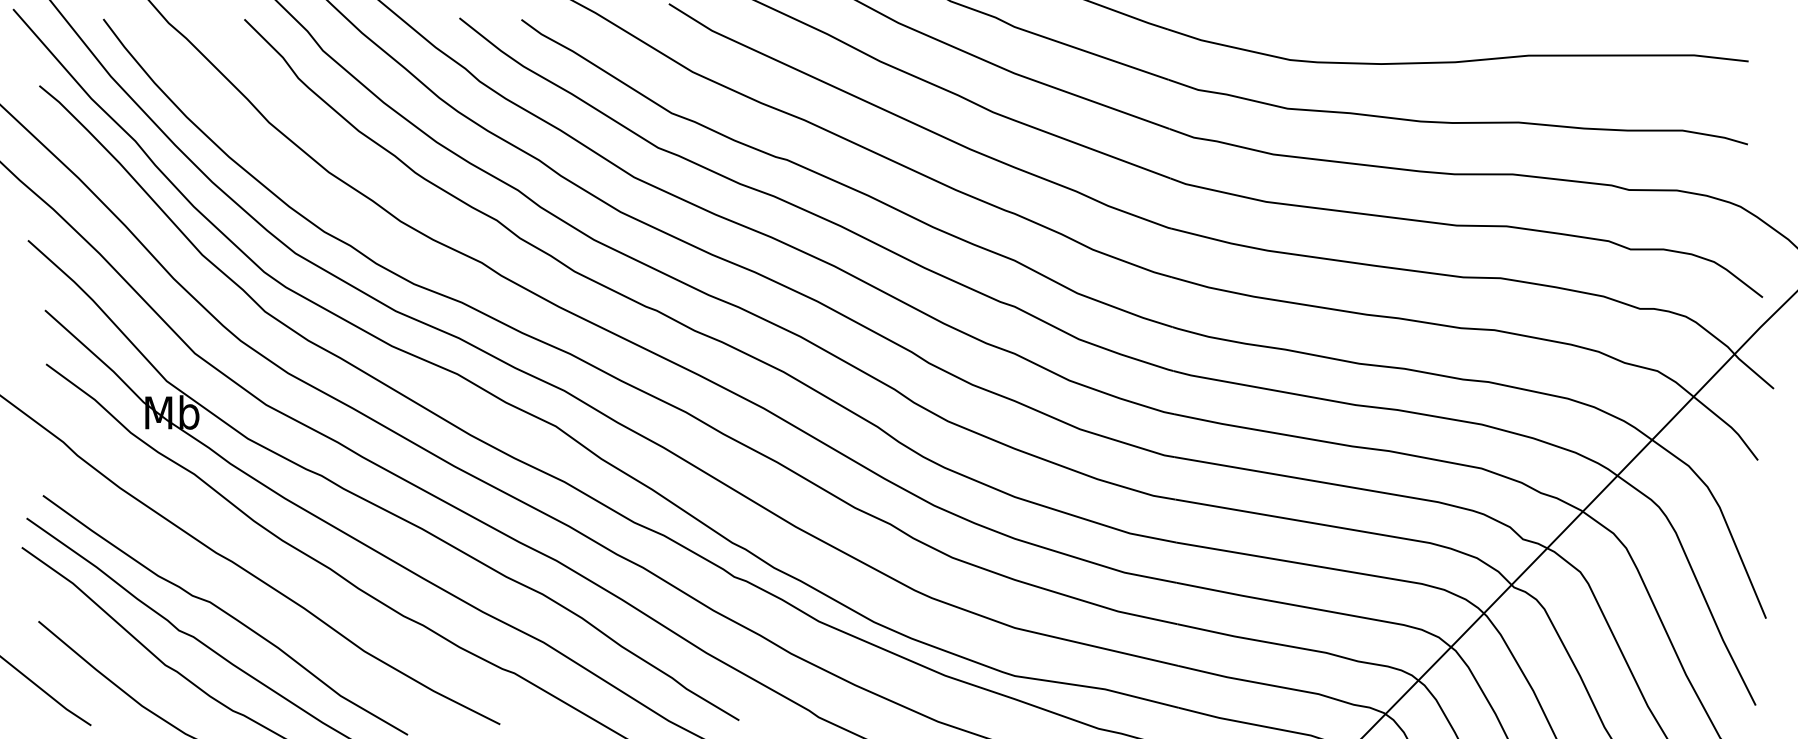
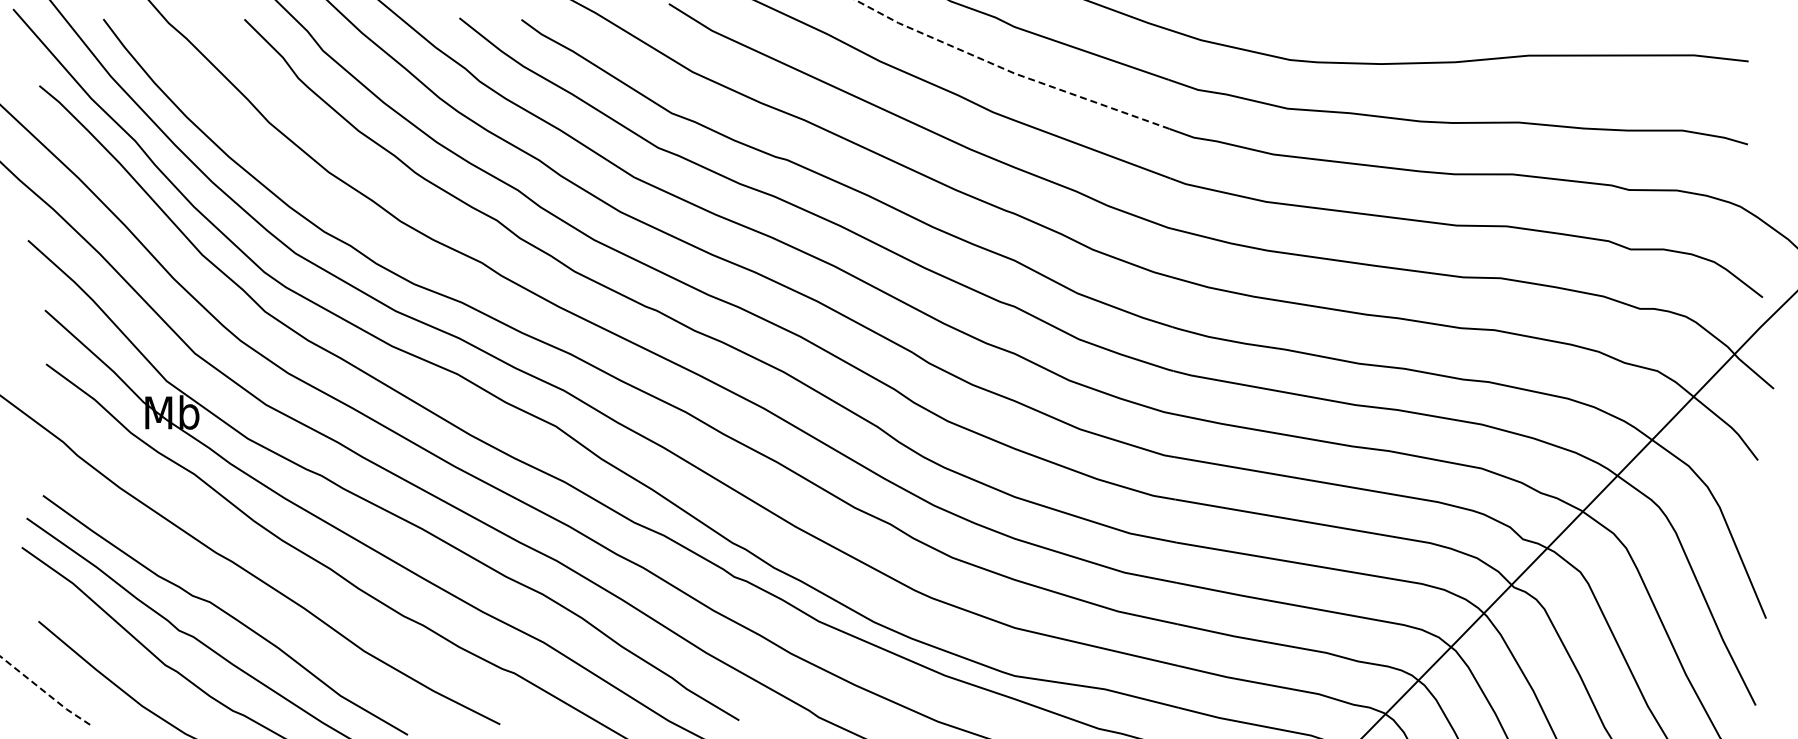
line at (1009, 71): solid -> dashed
line at (45, 692): solid -> dashed
